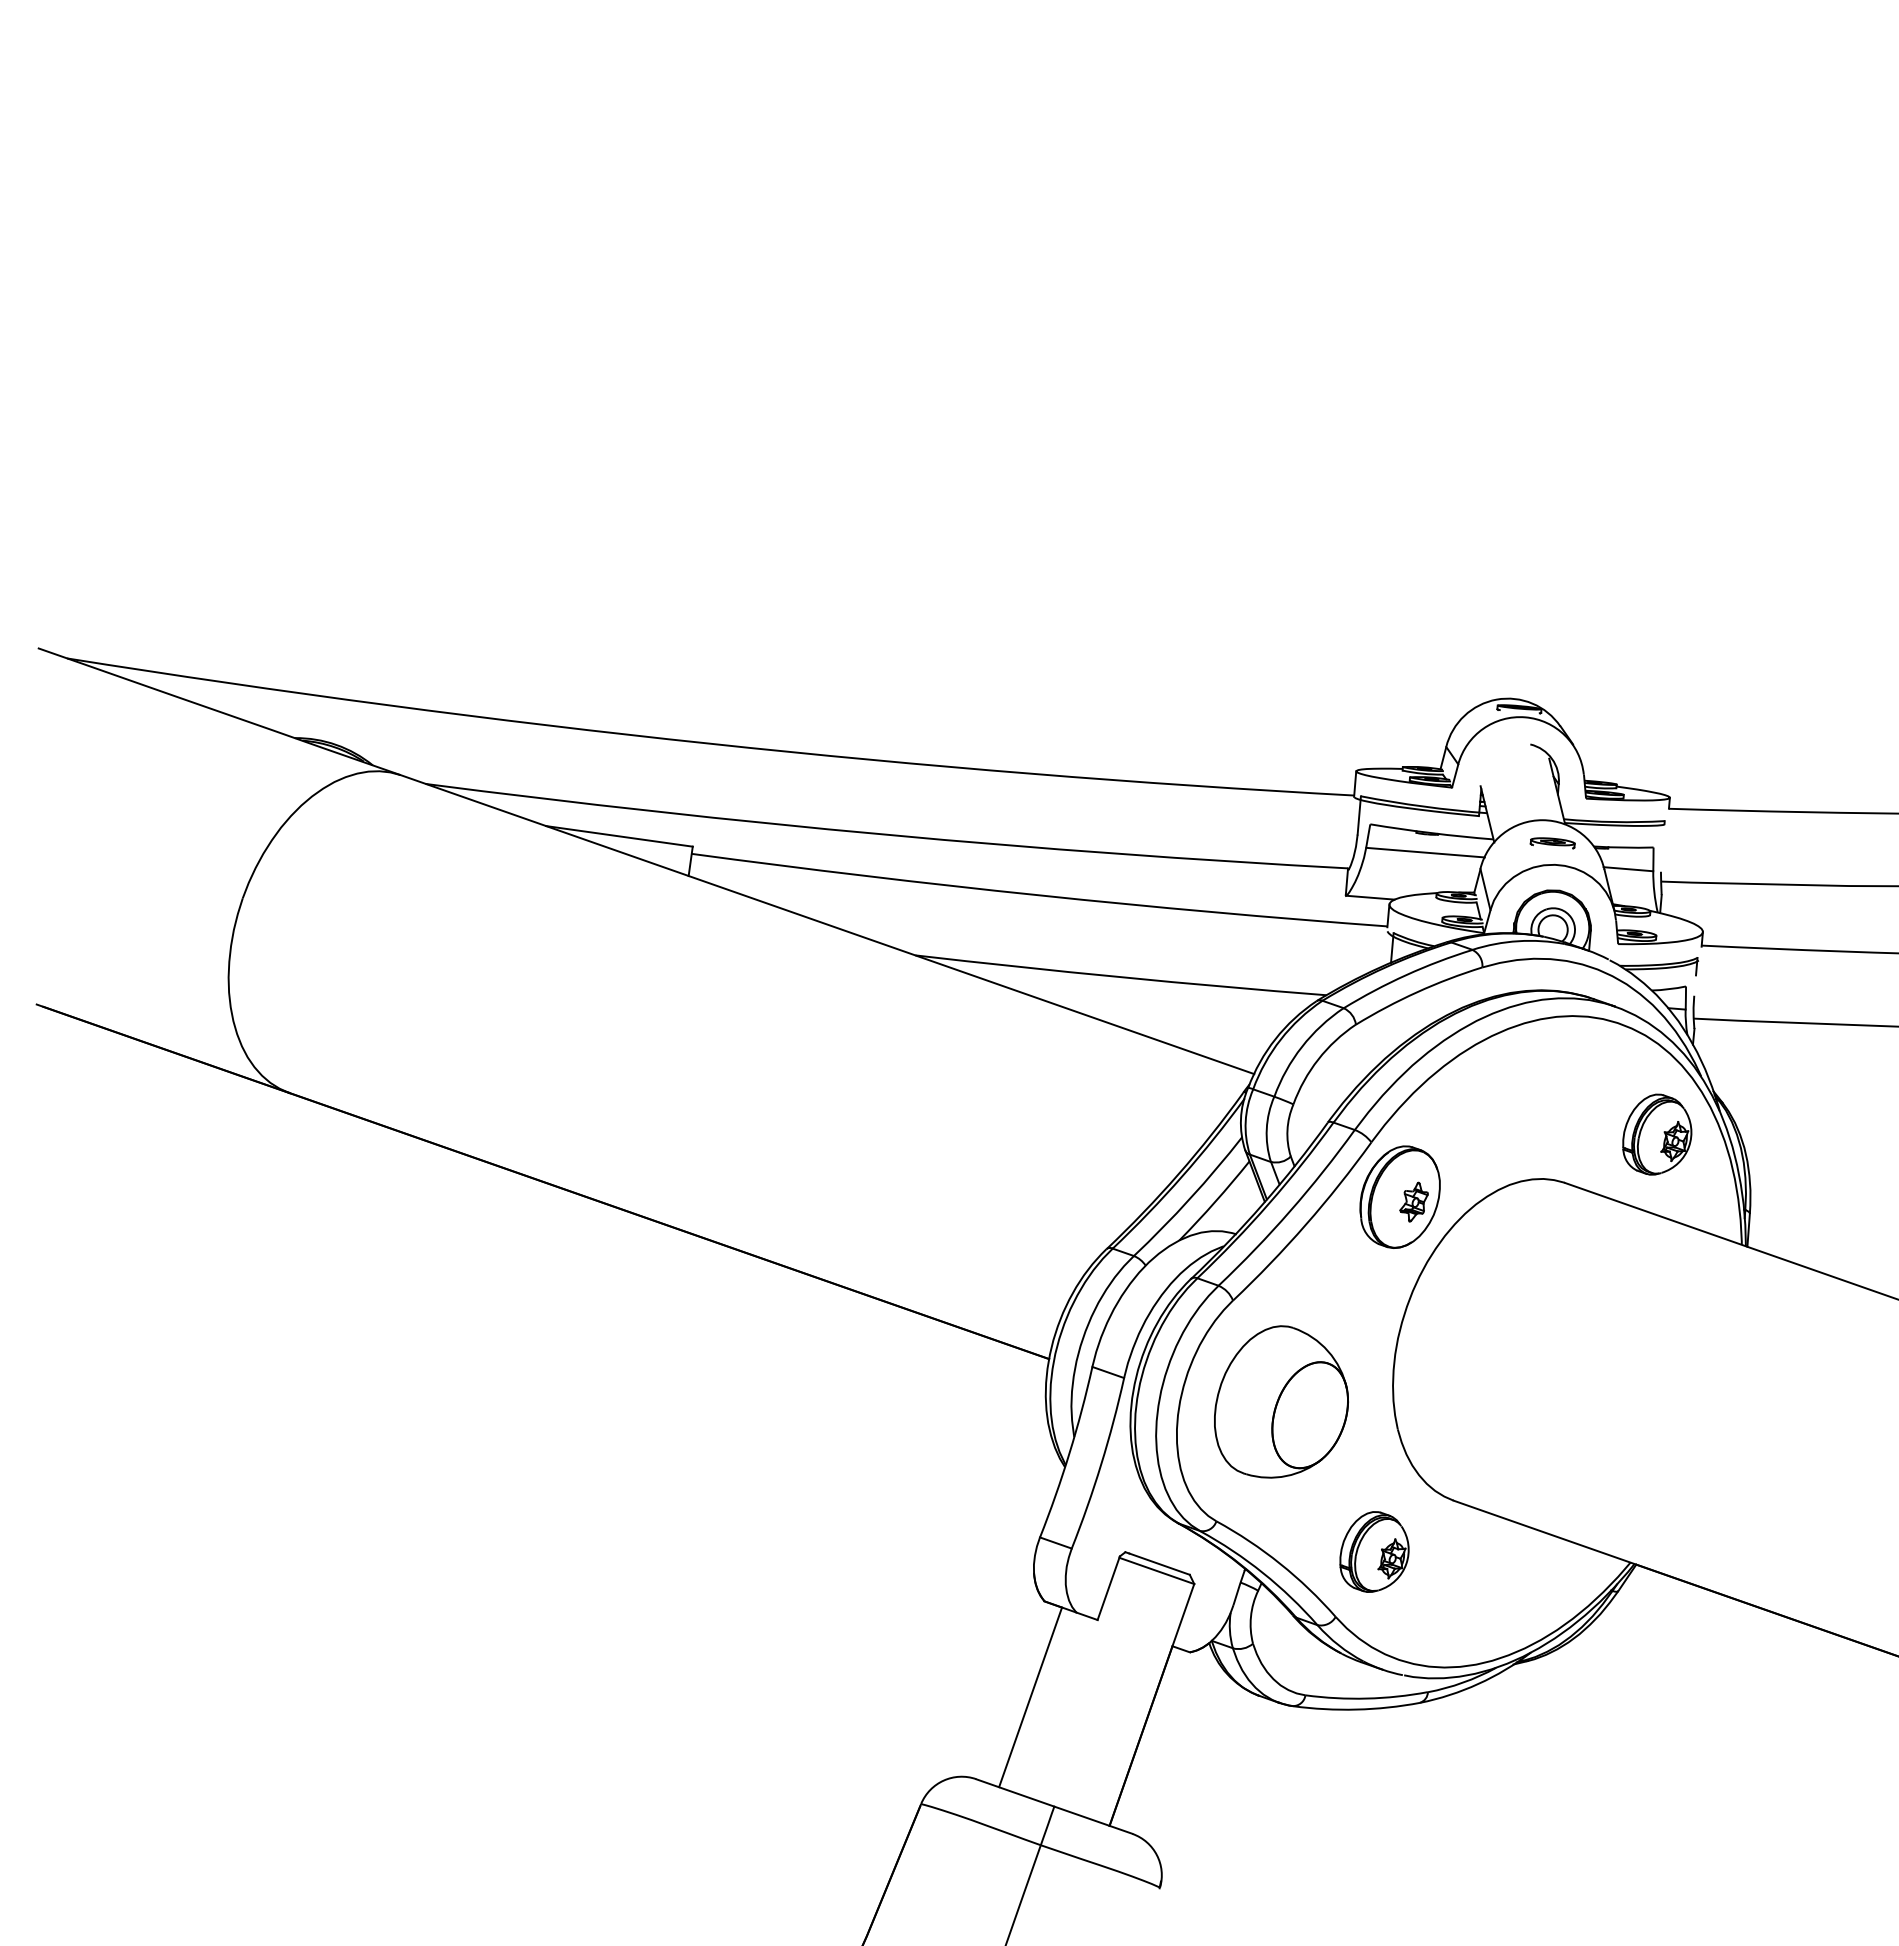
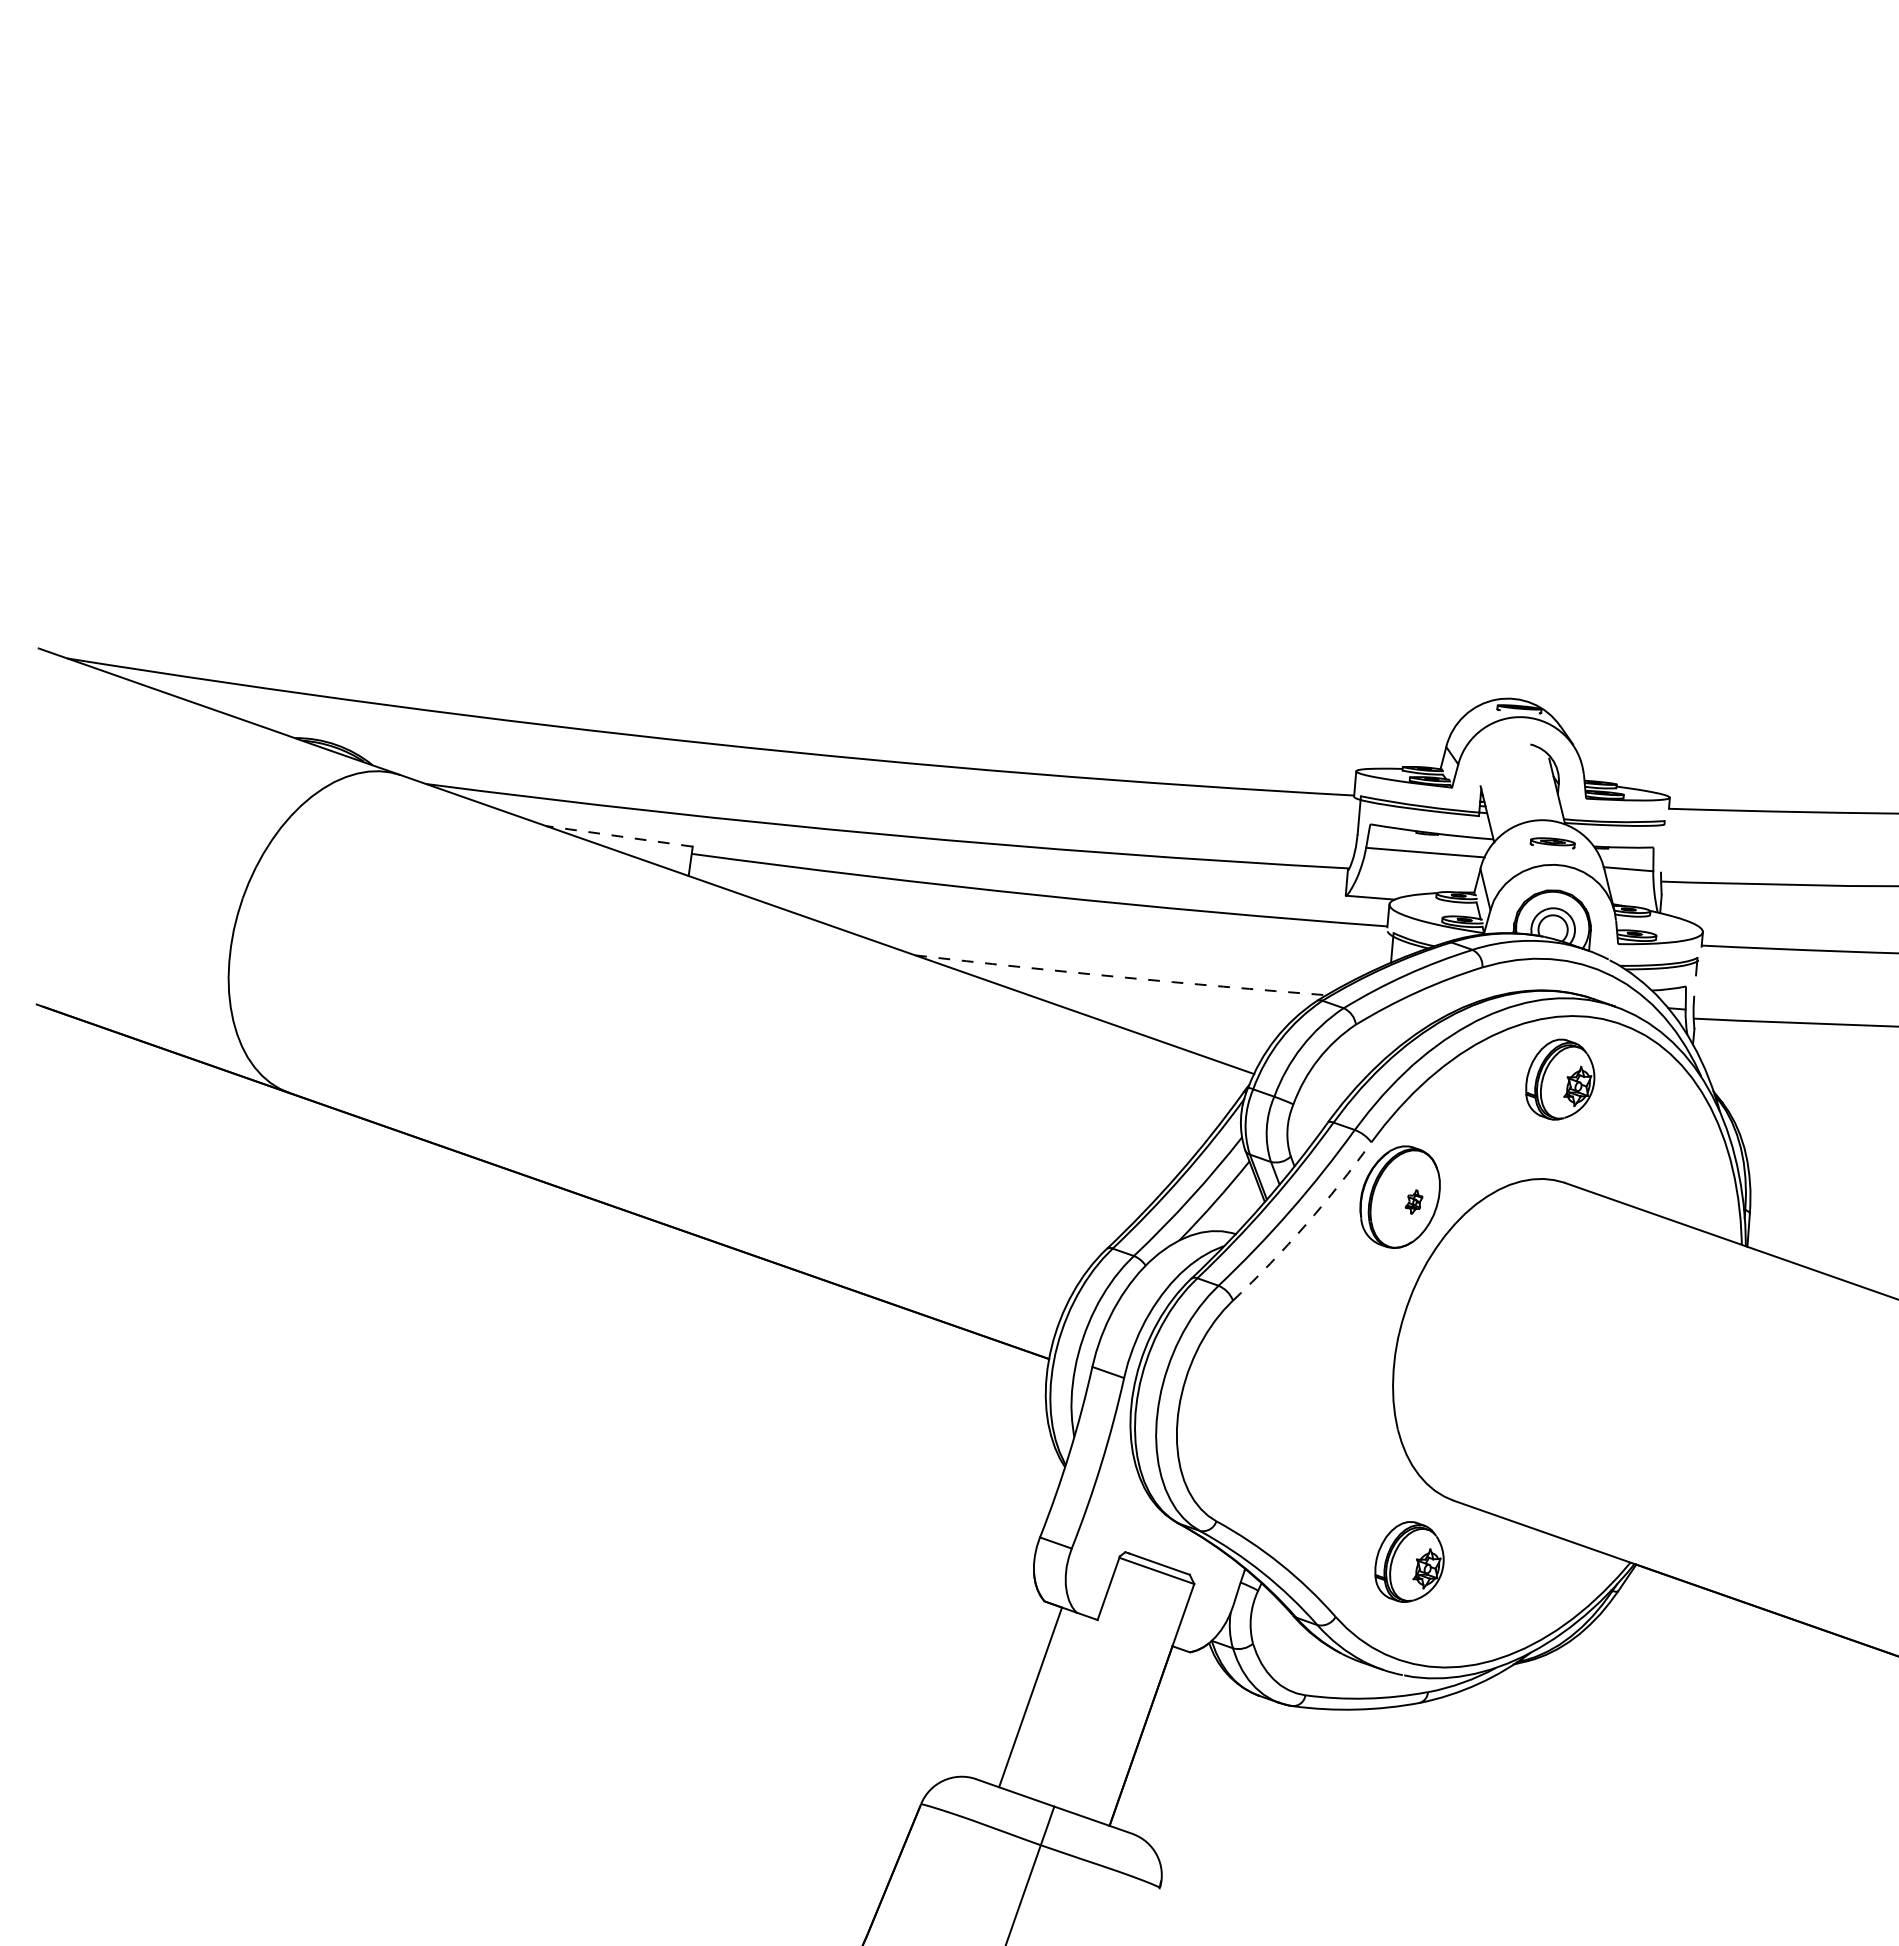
line at (618, 836): solid -> dashed
arc at (1120, 977): solid -> dashed
part at (1657, 1134) position: (1657, 1134) -> (1560, 1079)
part at (1413, 1201) size: 30x42 px -> 20x26 px
arc at (1305, 1224): solid -> dashed
part at (1281, 1401): present -> none
part at (1374, 1551) position: (1374, 1551) -> (1409, 1561)
